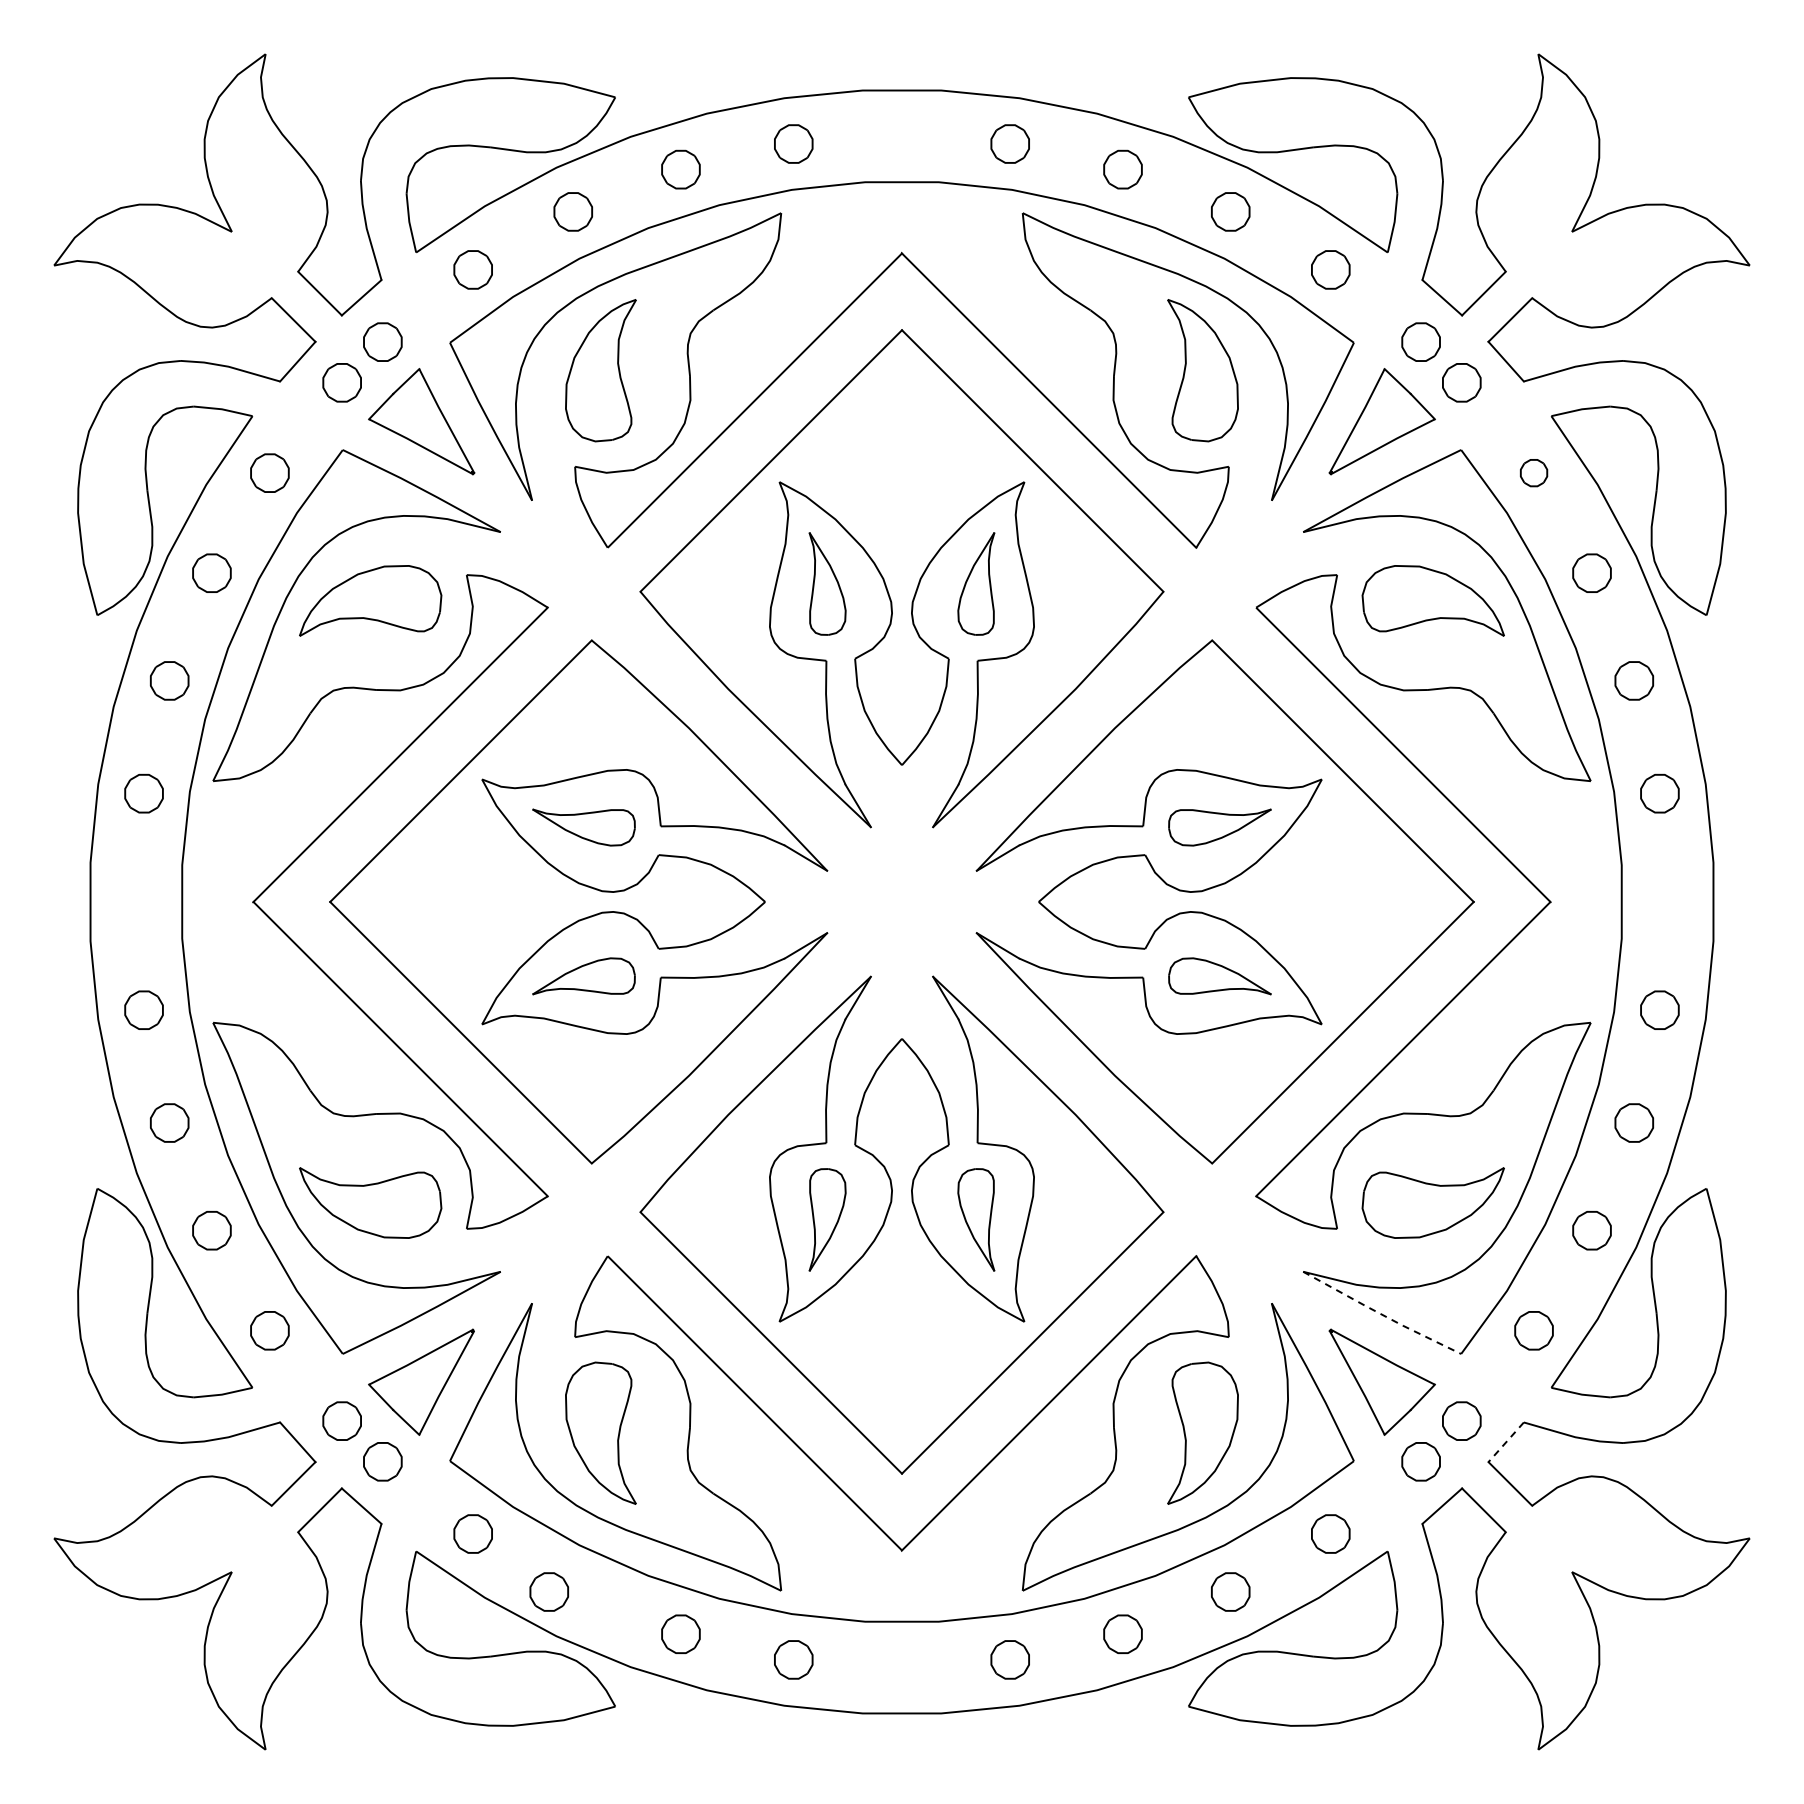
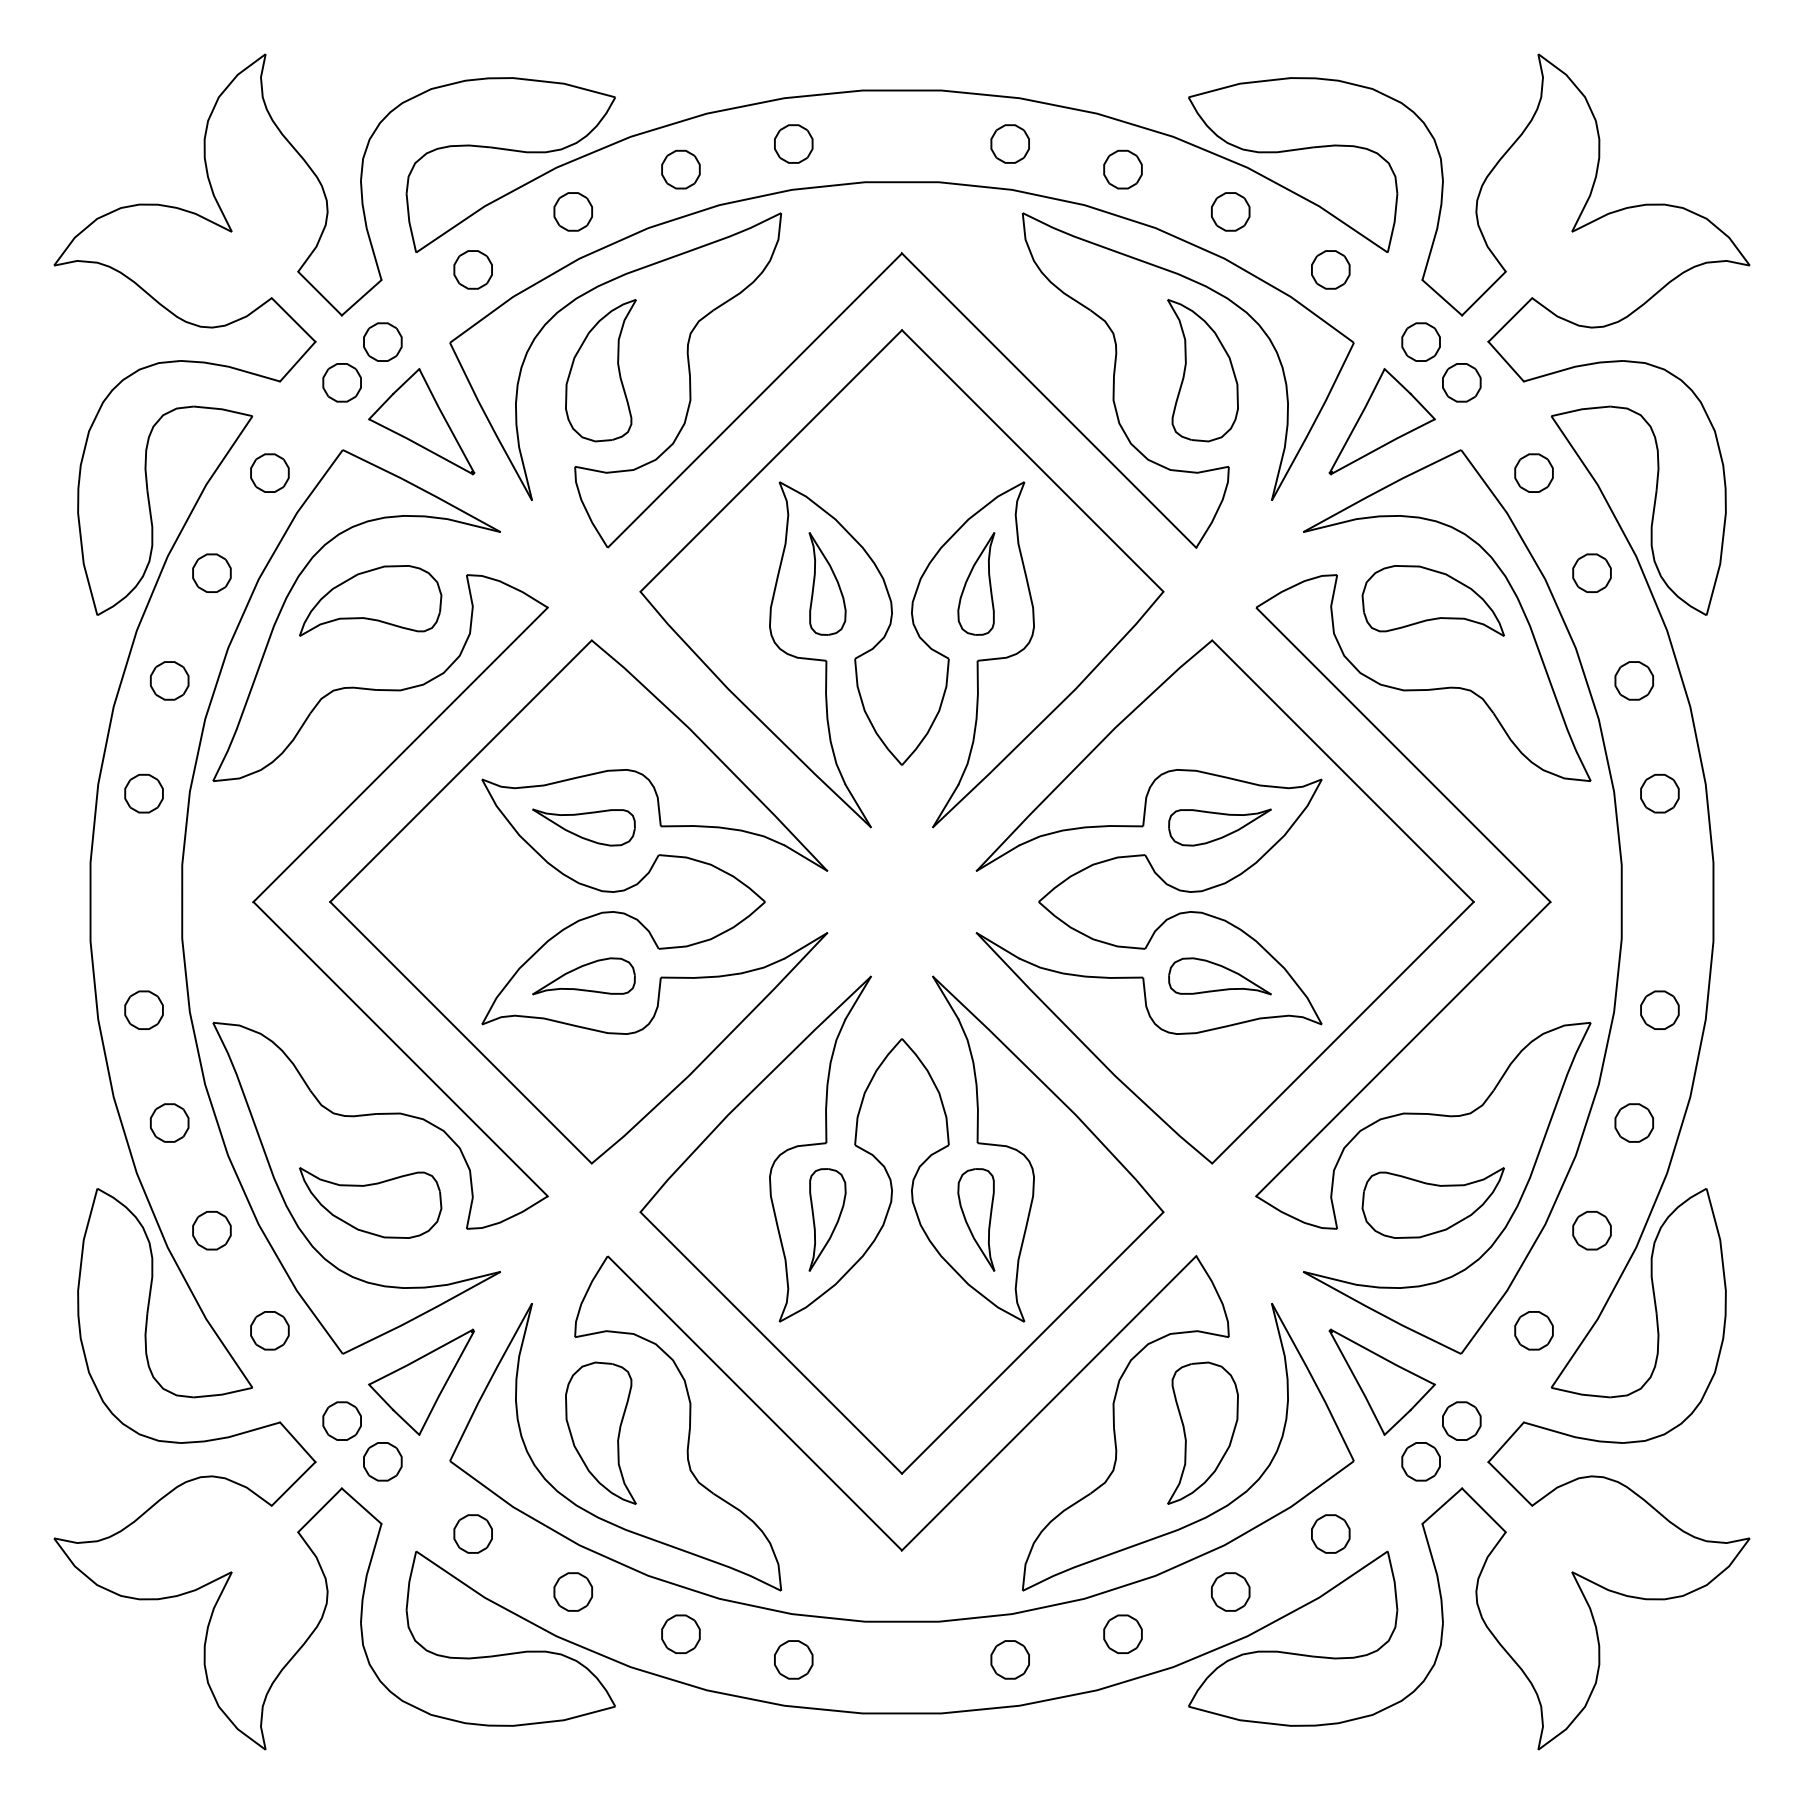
part at (1534, 473) size: 29x29 px -> 40x40 px
line at (1381, 1314): dashed -> solid
line at (1506, 1442): dashed -> solid
part at (548, 1591) position: (548, 1591) -> (572, 1591)
